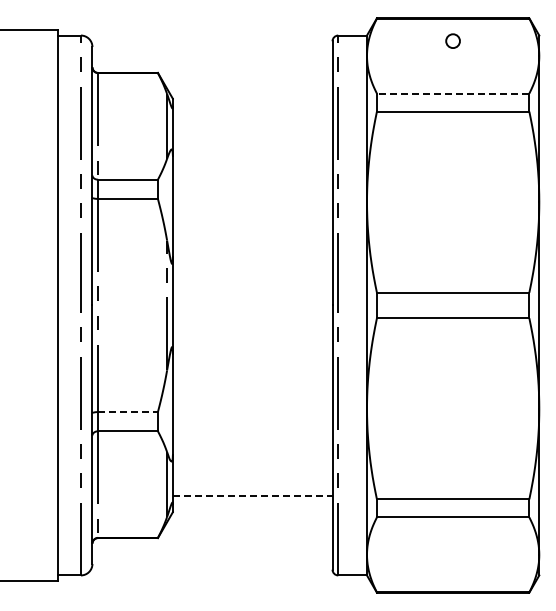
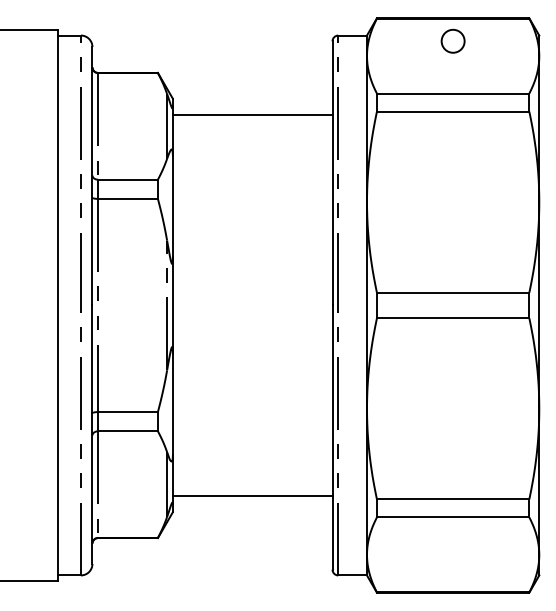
circle at (452, 40) size: 16x16 px -> 26x26 px
line at (452, 93): dashed -> solid
line at (252, 114): none -> present
line at (128, 412): dashed -> solid
line at (252, 496): dashed -> solid
